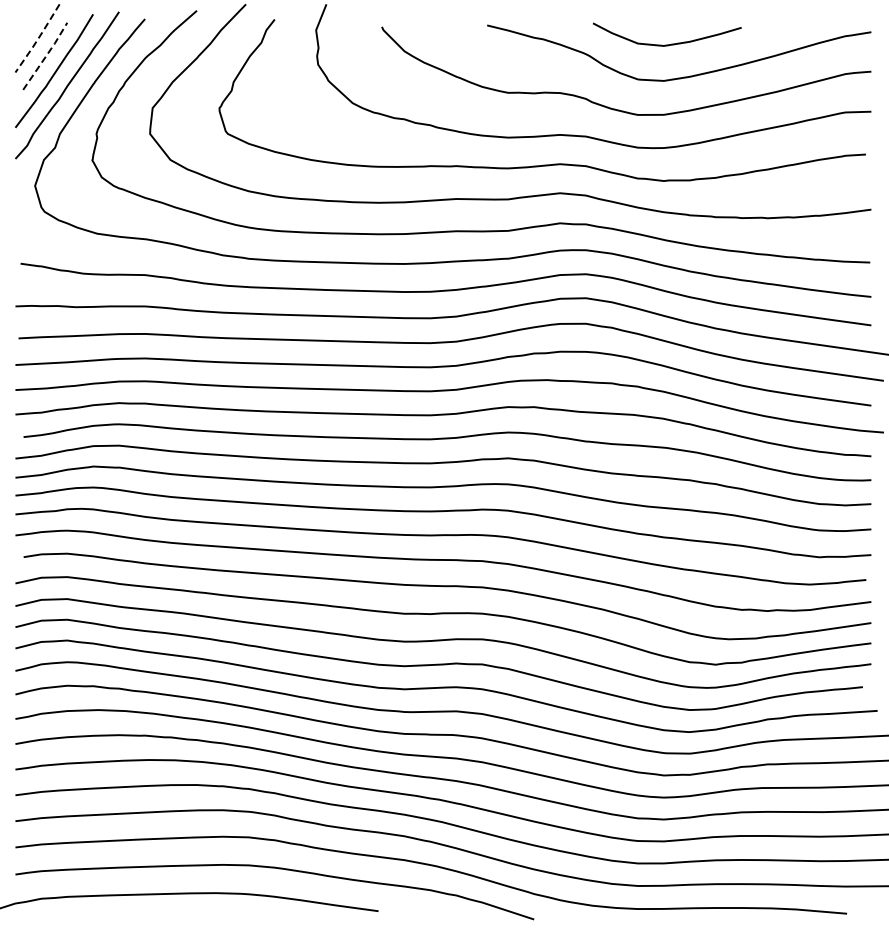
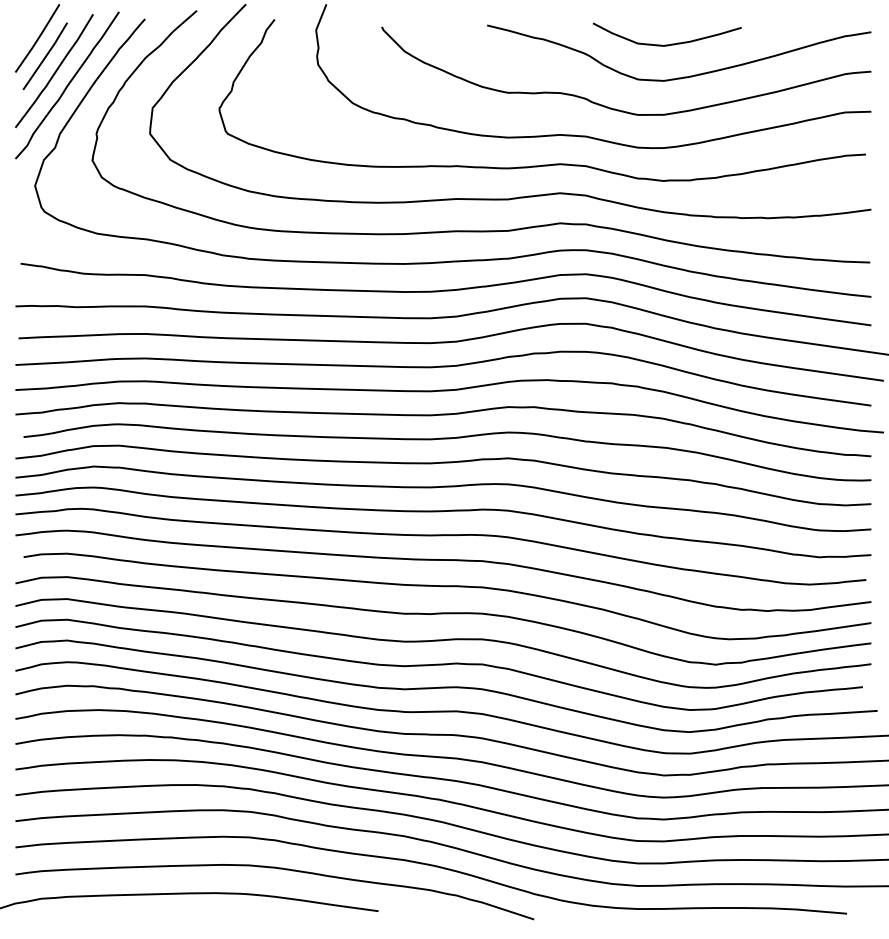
line at (38, 39): dashed -> solid
line at (46, 56): dashed -> solid
